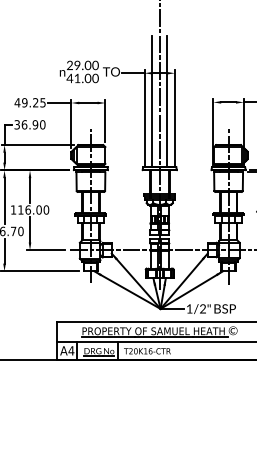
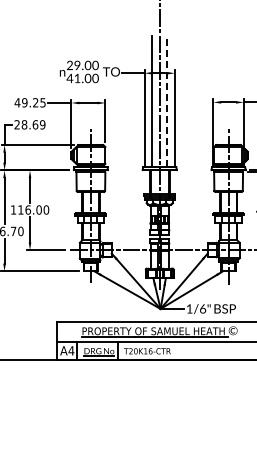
line at (167, 100): solid -> dashed
text at (29, 124): 36.90 -> 28.69
text at (203, 308): 1/2" -> 1/6"
